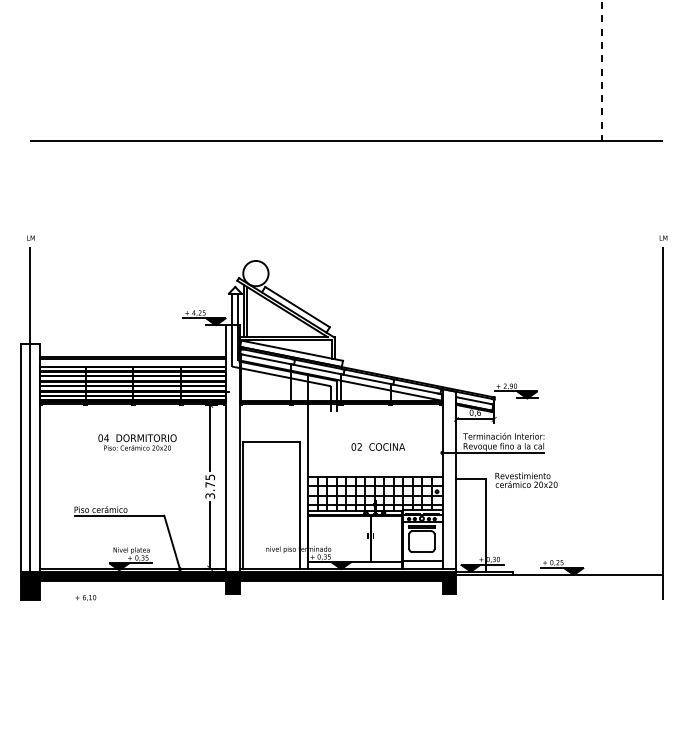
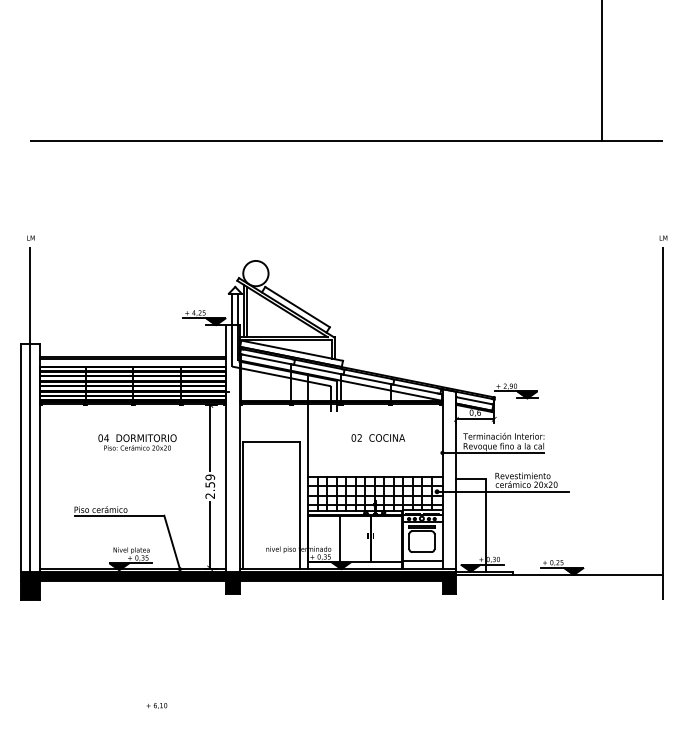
line at (601, 70): dashed -> solid
text at (378, 446) position: (378, 446) -> (378, 437)
text at (210, 486): 3.75 -> 2.59
line at (502, 491): none -> present
line at (339, 539): none -> present
text at (85, 597) position: (85, 597) -> (156, 705)
